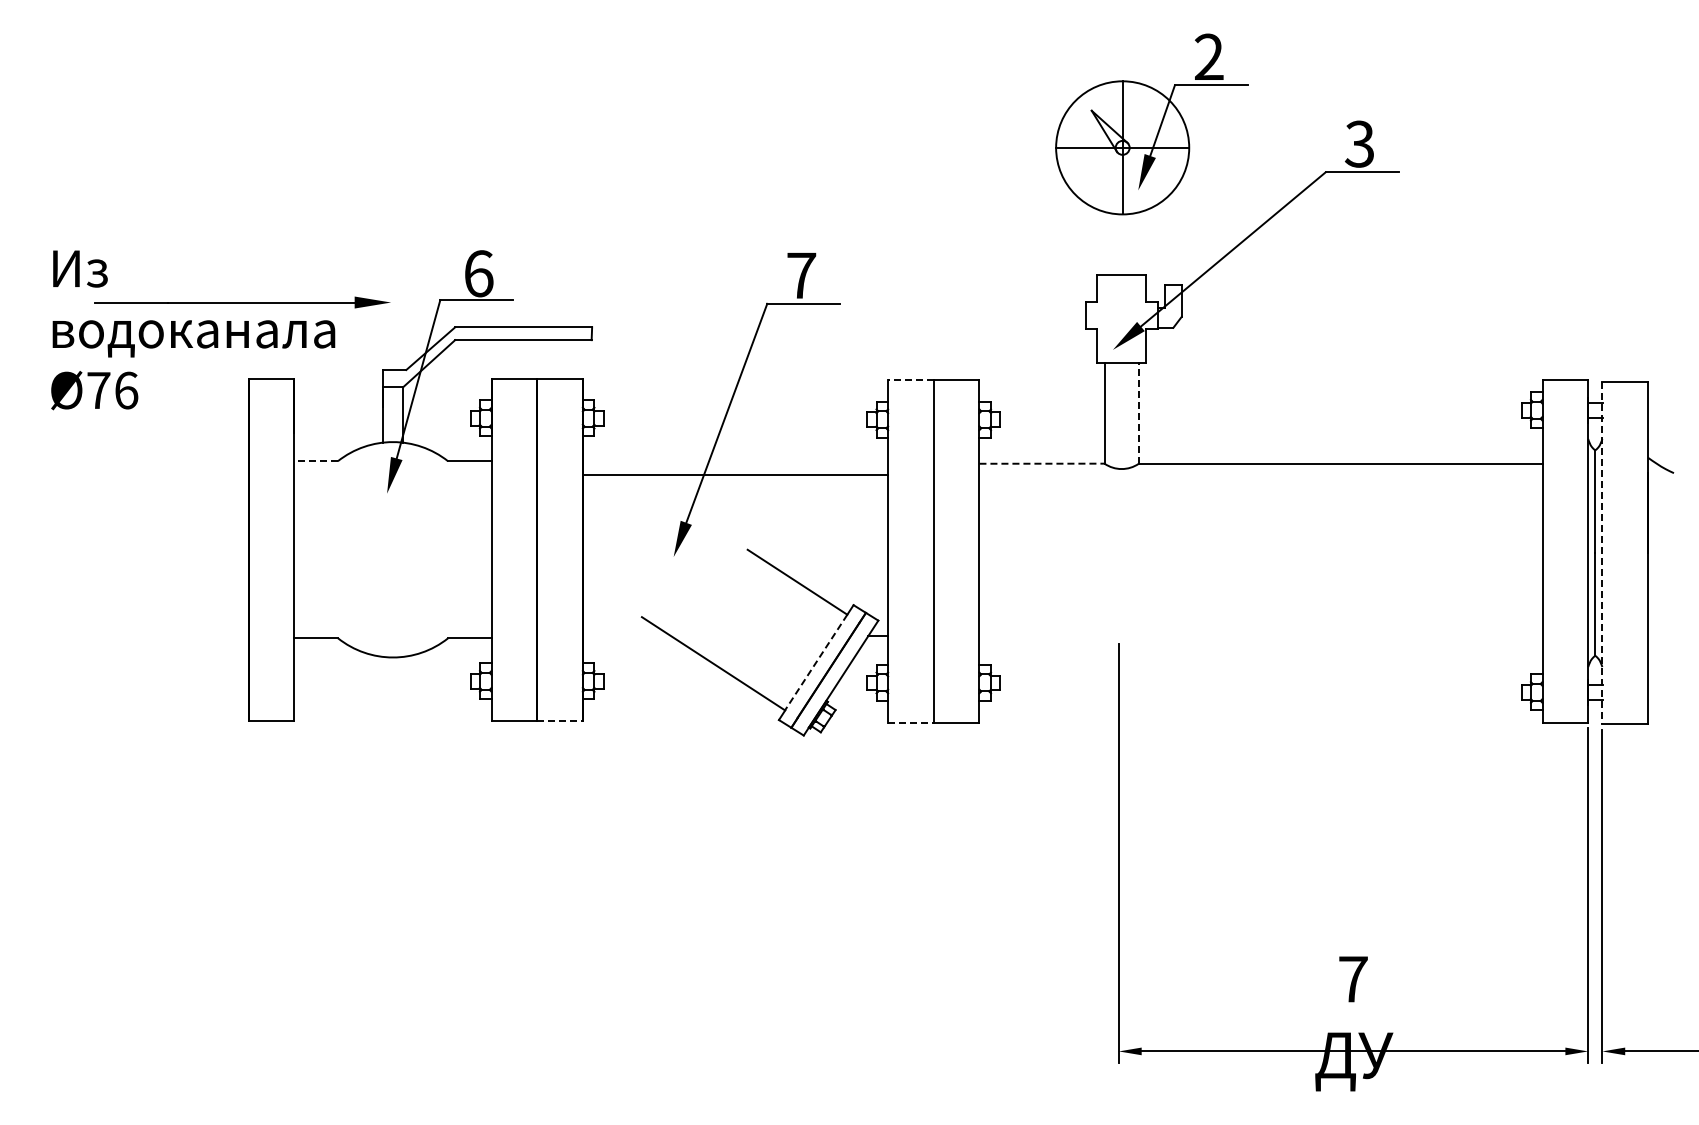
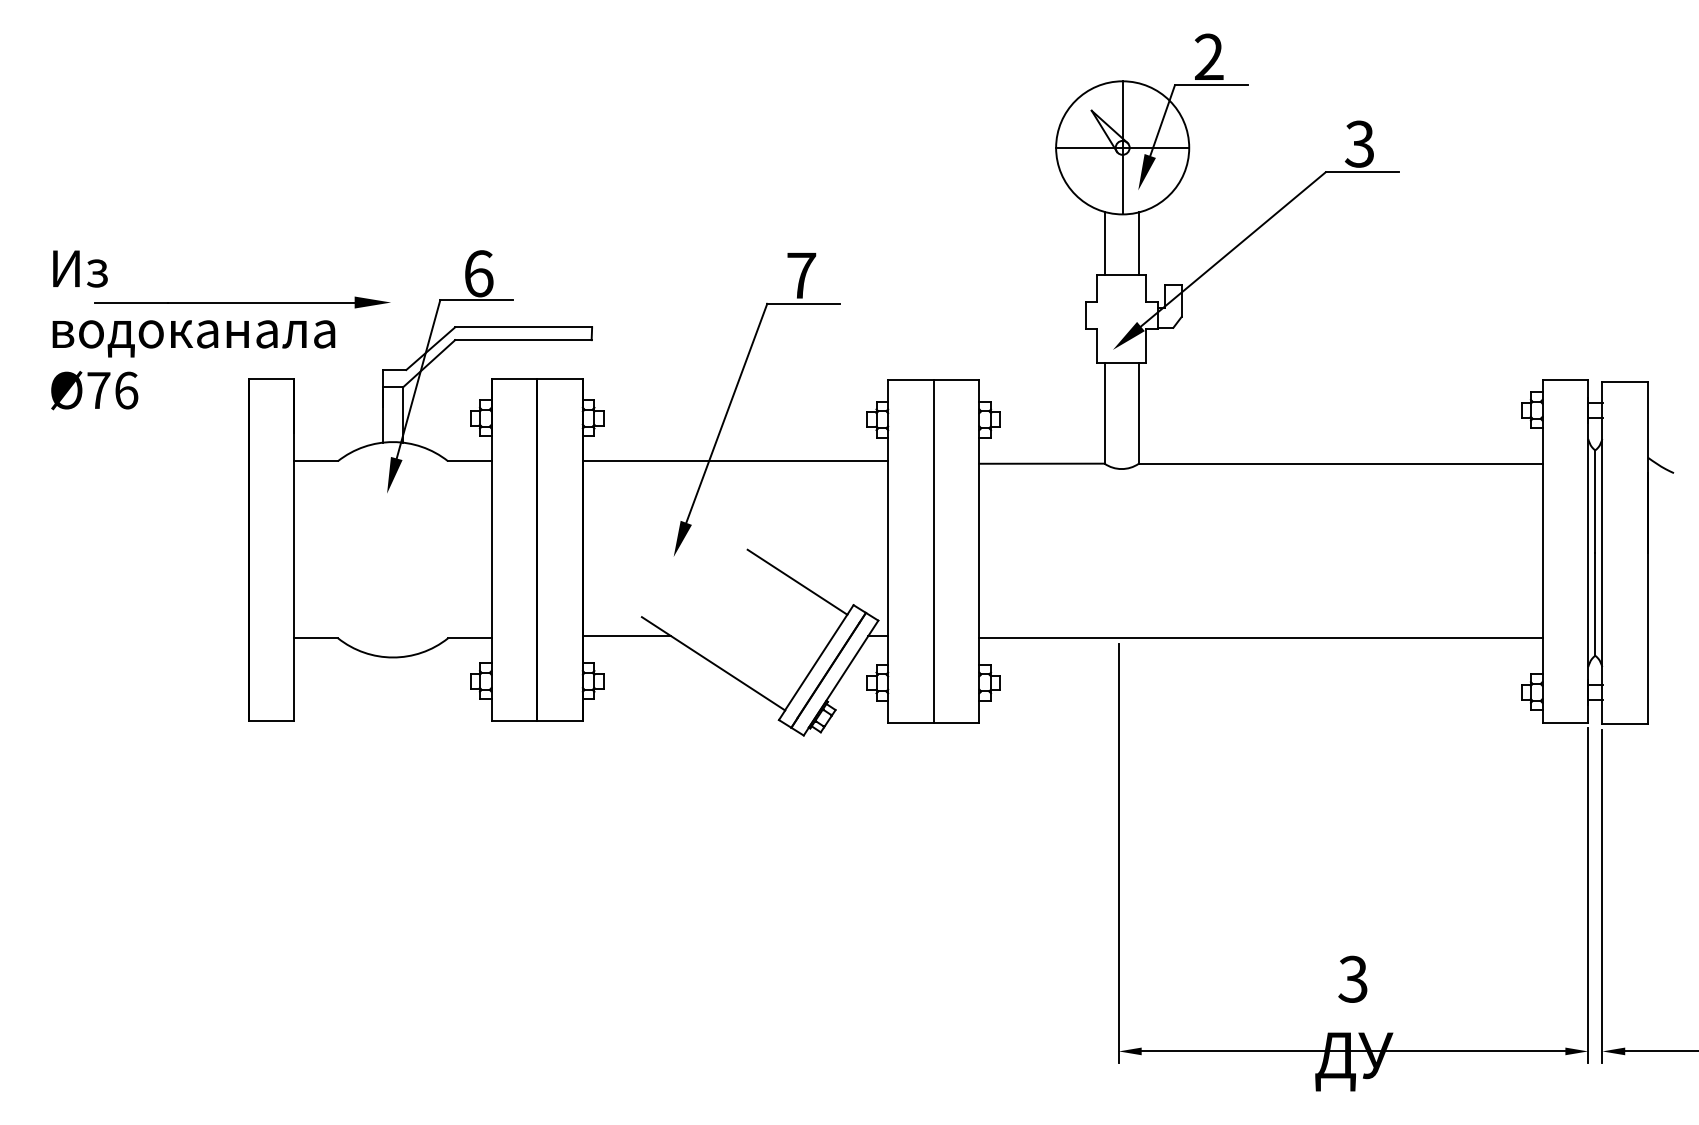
line at (1104, 243): none -> present
line at (1138, 243): none -> present
line at (910, 380): dashed -> solid
line at (1138, 413): dashed -> solid
line at (316, 461): dashed -> solid
line at (1041, 463): dashed -> solid
line at (735, 475) position: (735, 475) -> (735, 461)
line at (1602, 553): dashed -> solid
line at (626, 636): none -> present
line at (1260, 637): none -> present
line at (815, 662): dashed -> solid
line at (560, 721): dashed -> solid
line at (910, 722): dashed -> solid
text at (1352, 978): 7 -> 3
